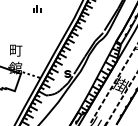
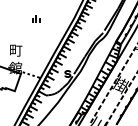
part at (37, 8) position: (37, 8) -> (36, 18)
